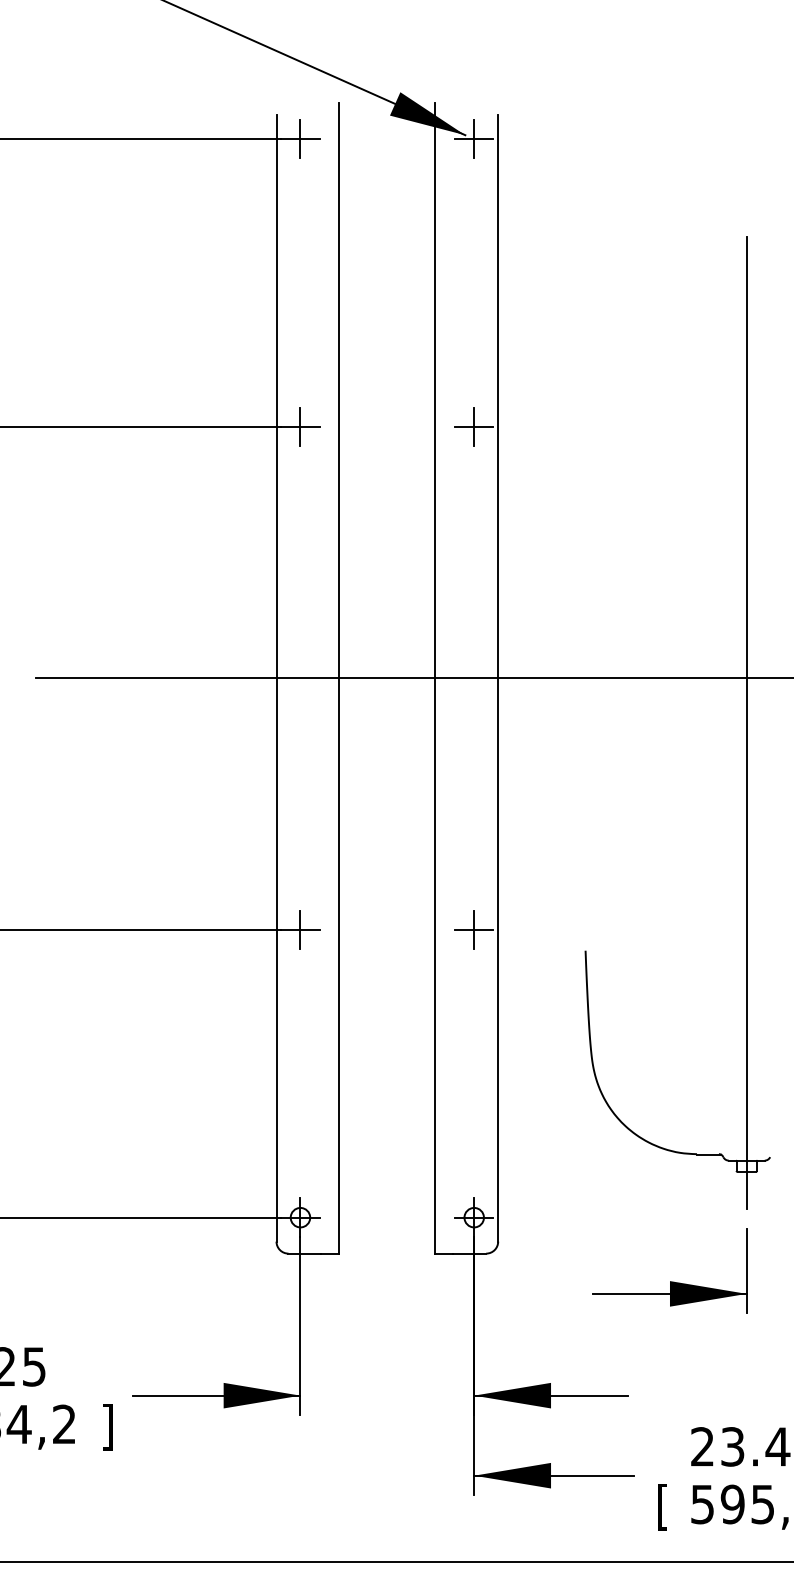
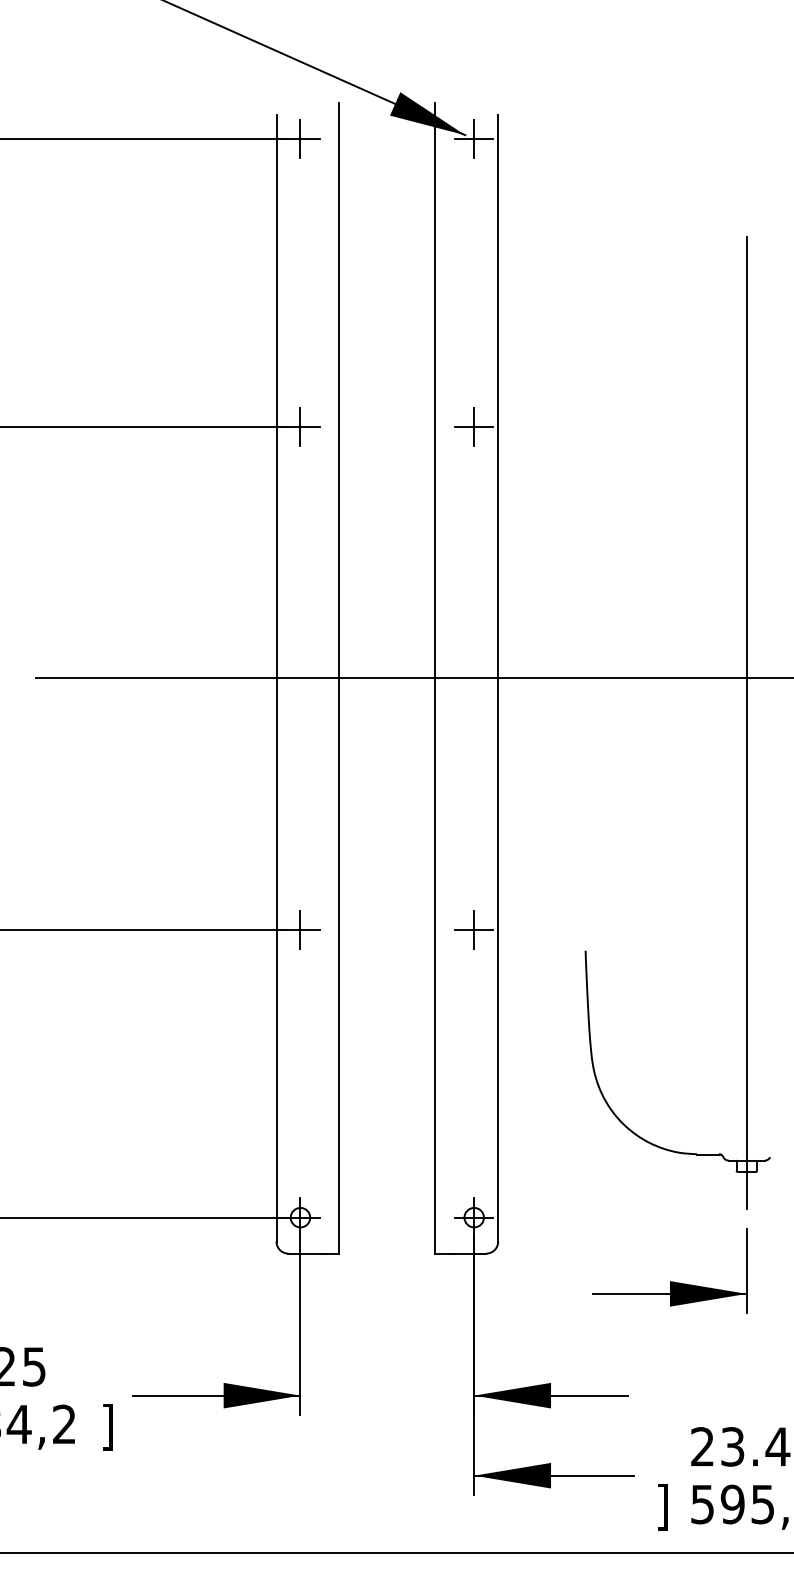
text at (662, 1507): [ -> ]
line at (396, 1561) position: (396, 1561) -> (396, 1552)
